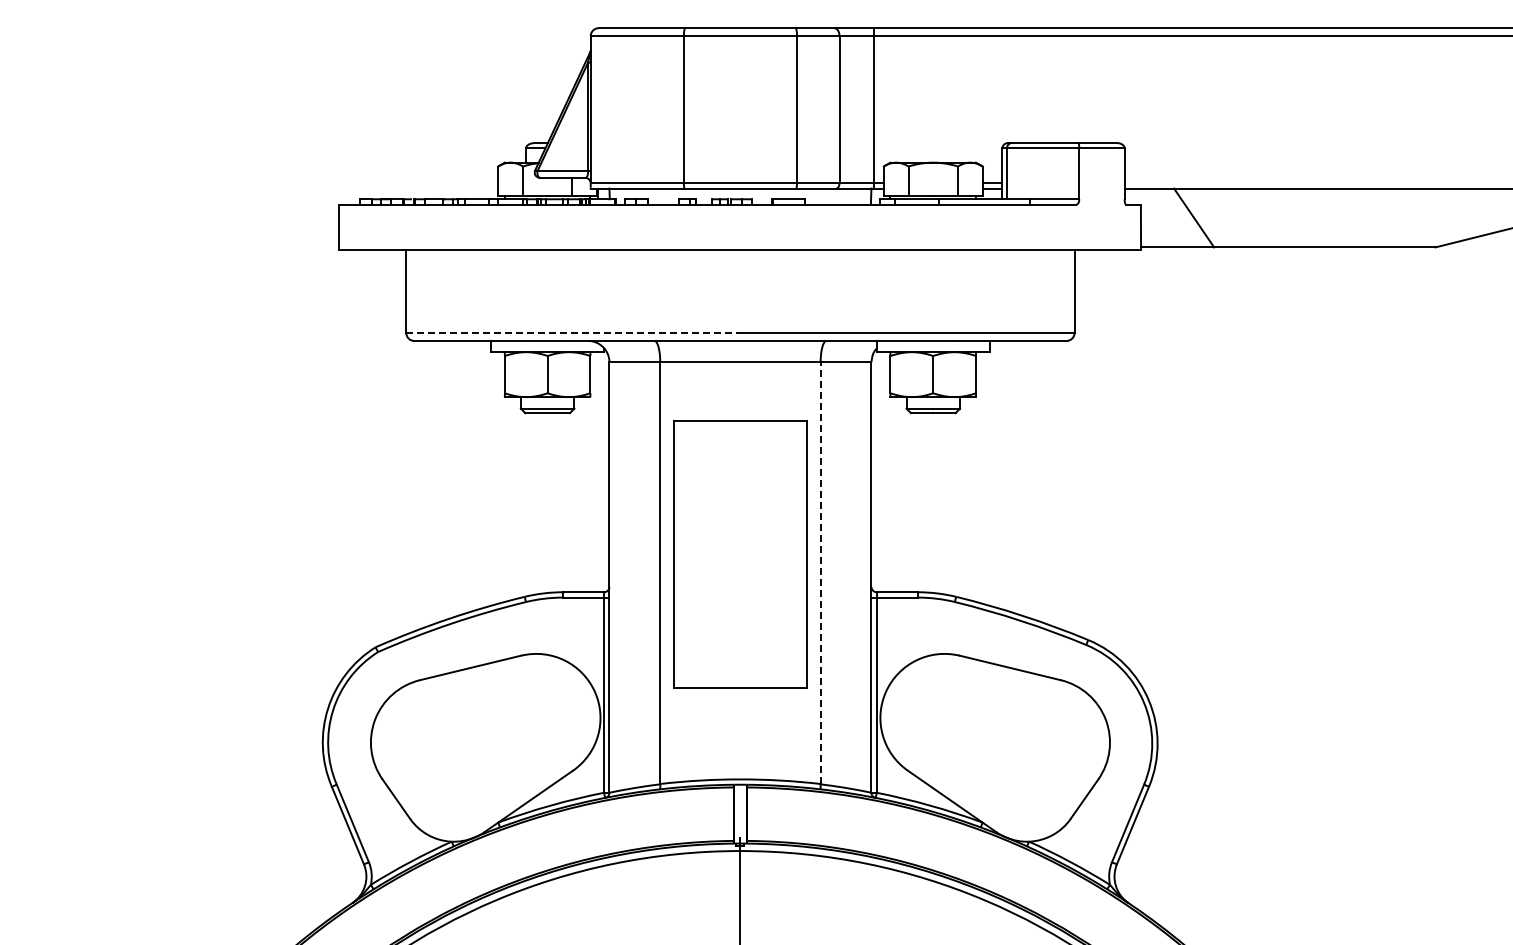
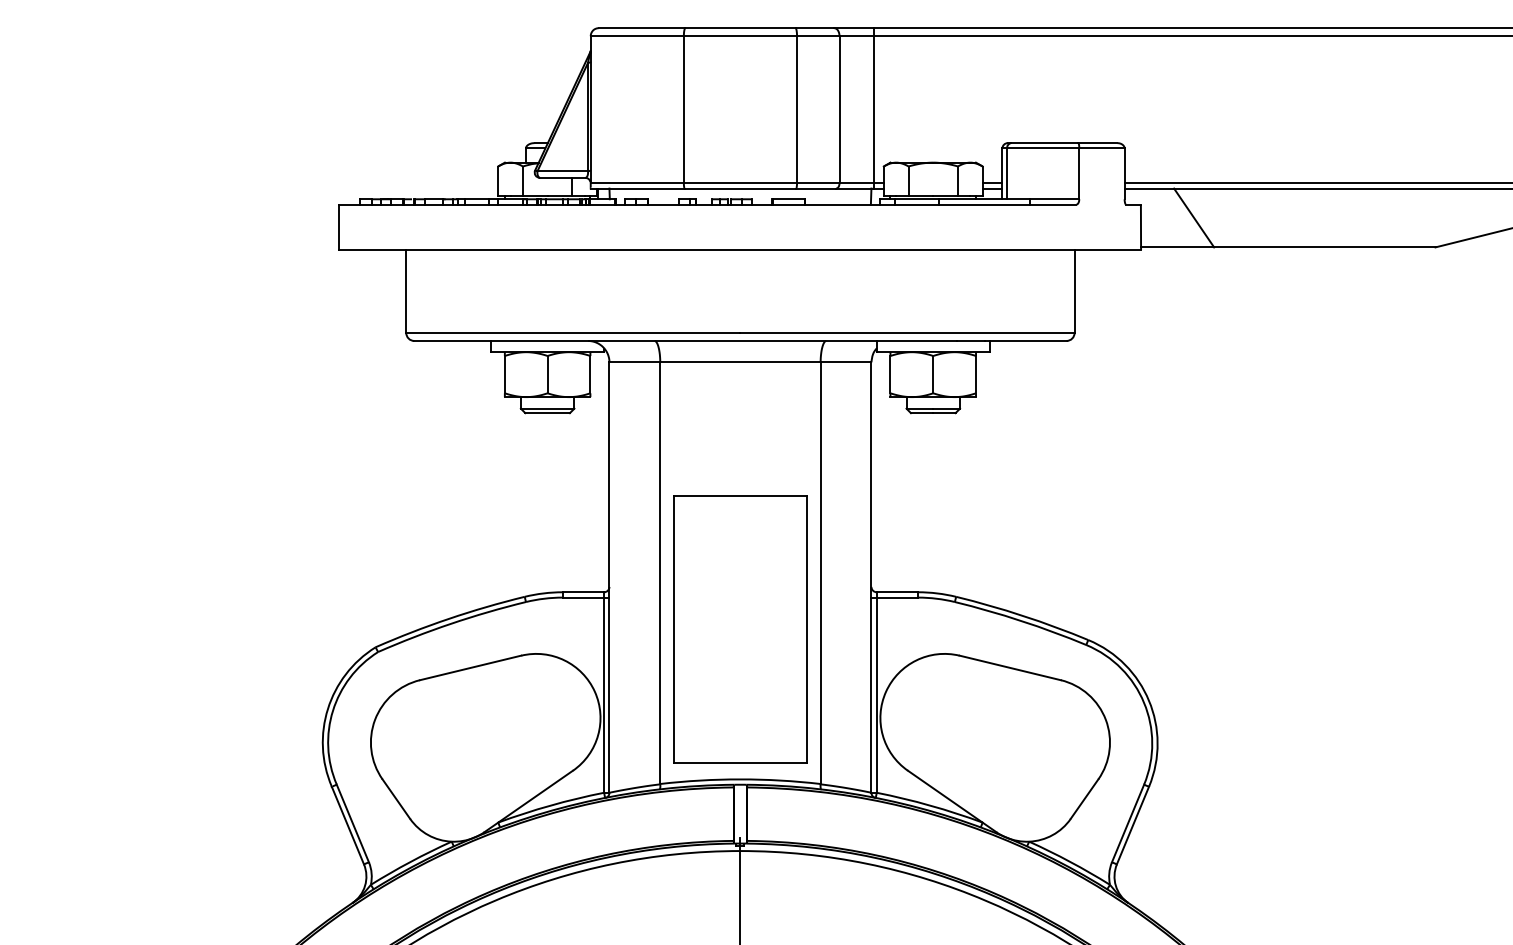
line at (1316, 183): none -> present
line at (573, 332): dashed -> solid
part at (740, 554) position: (740, 554) -> (740, 629)
line at (820, 573): dashed -> solid
